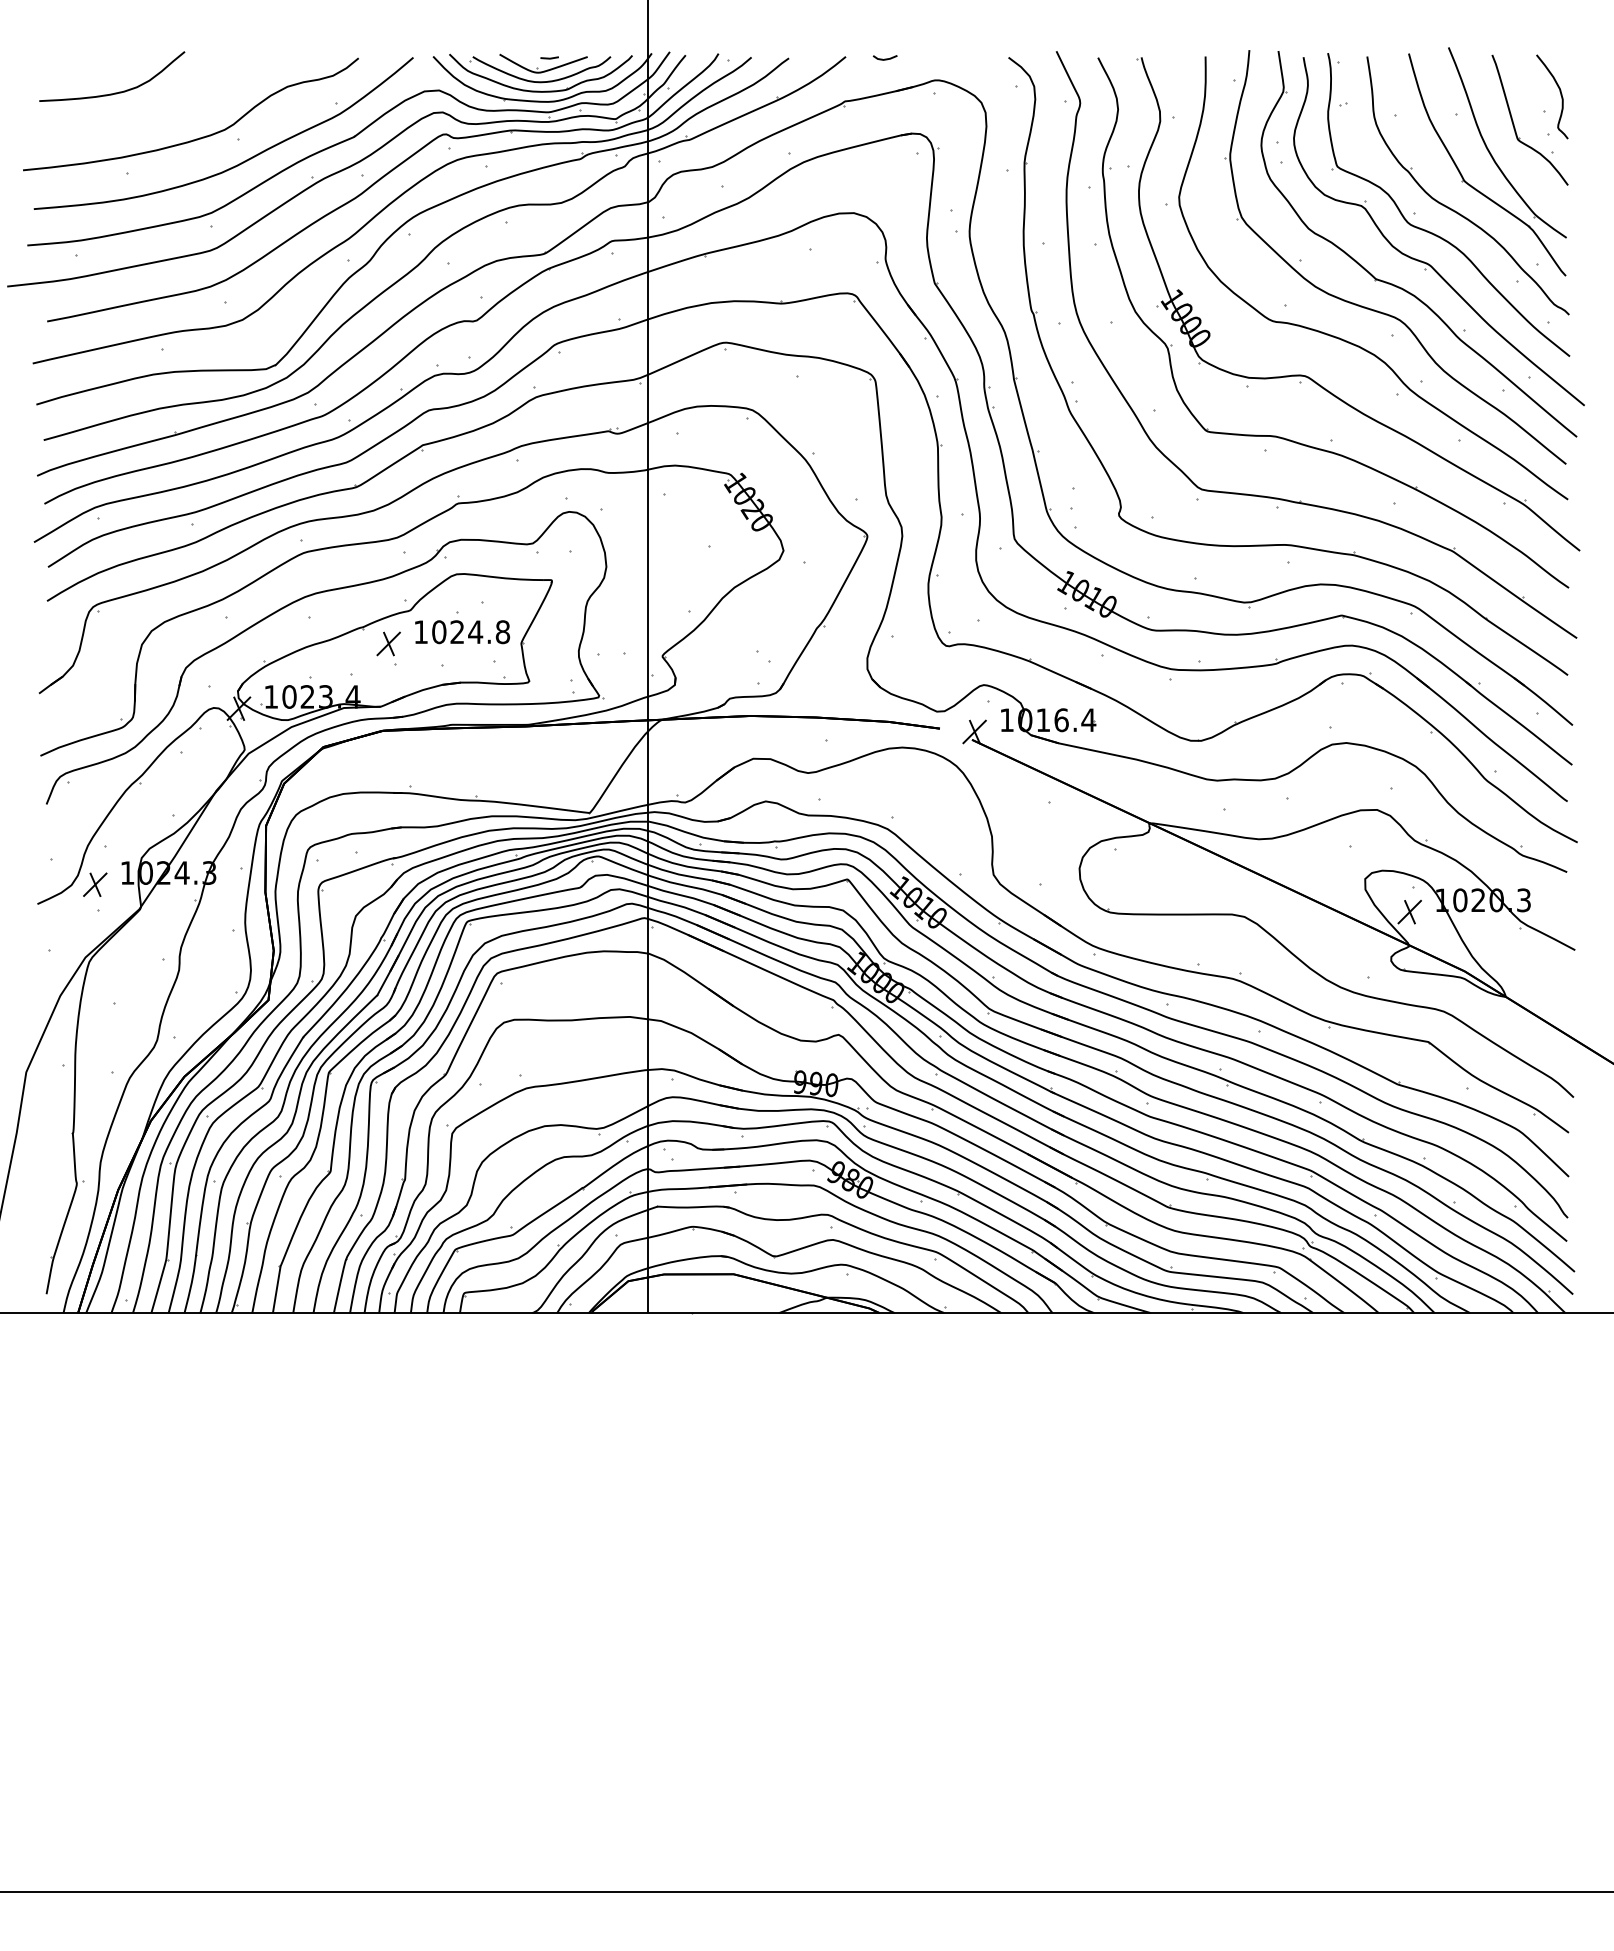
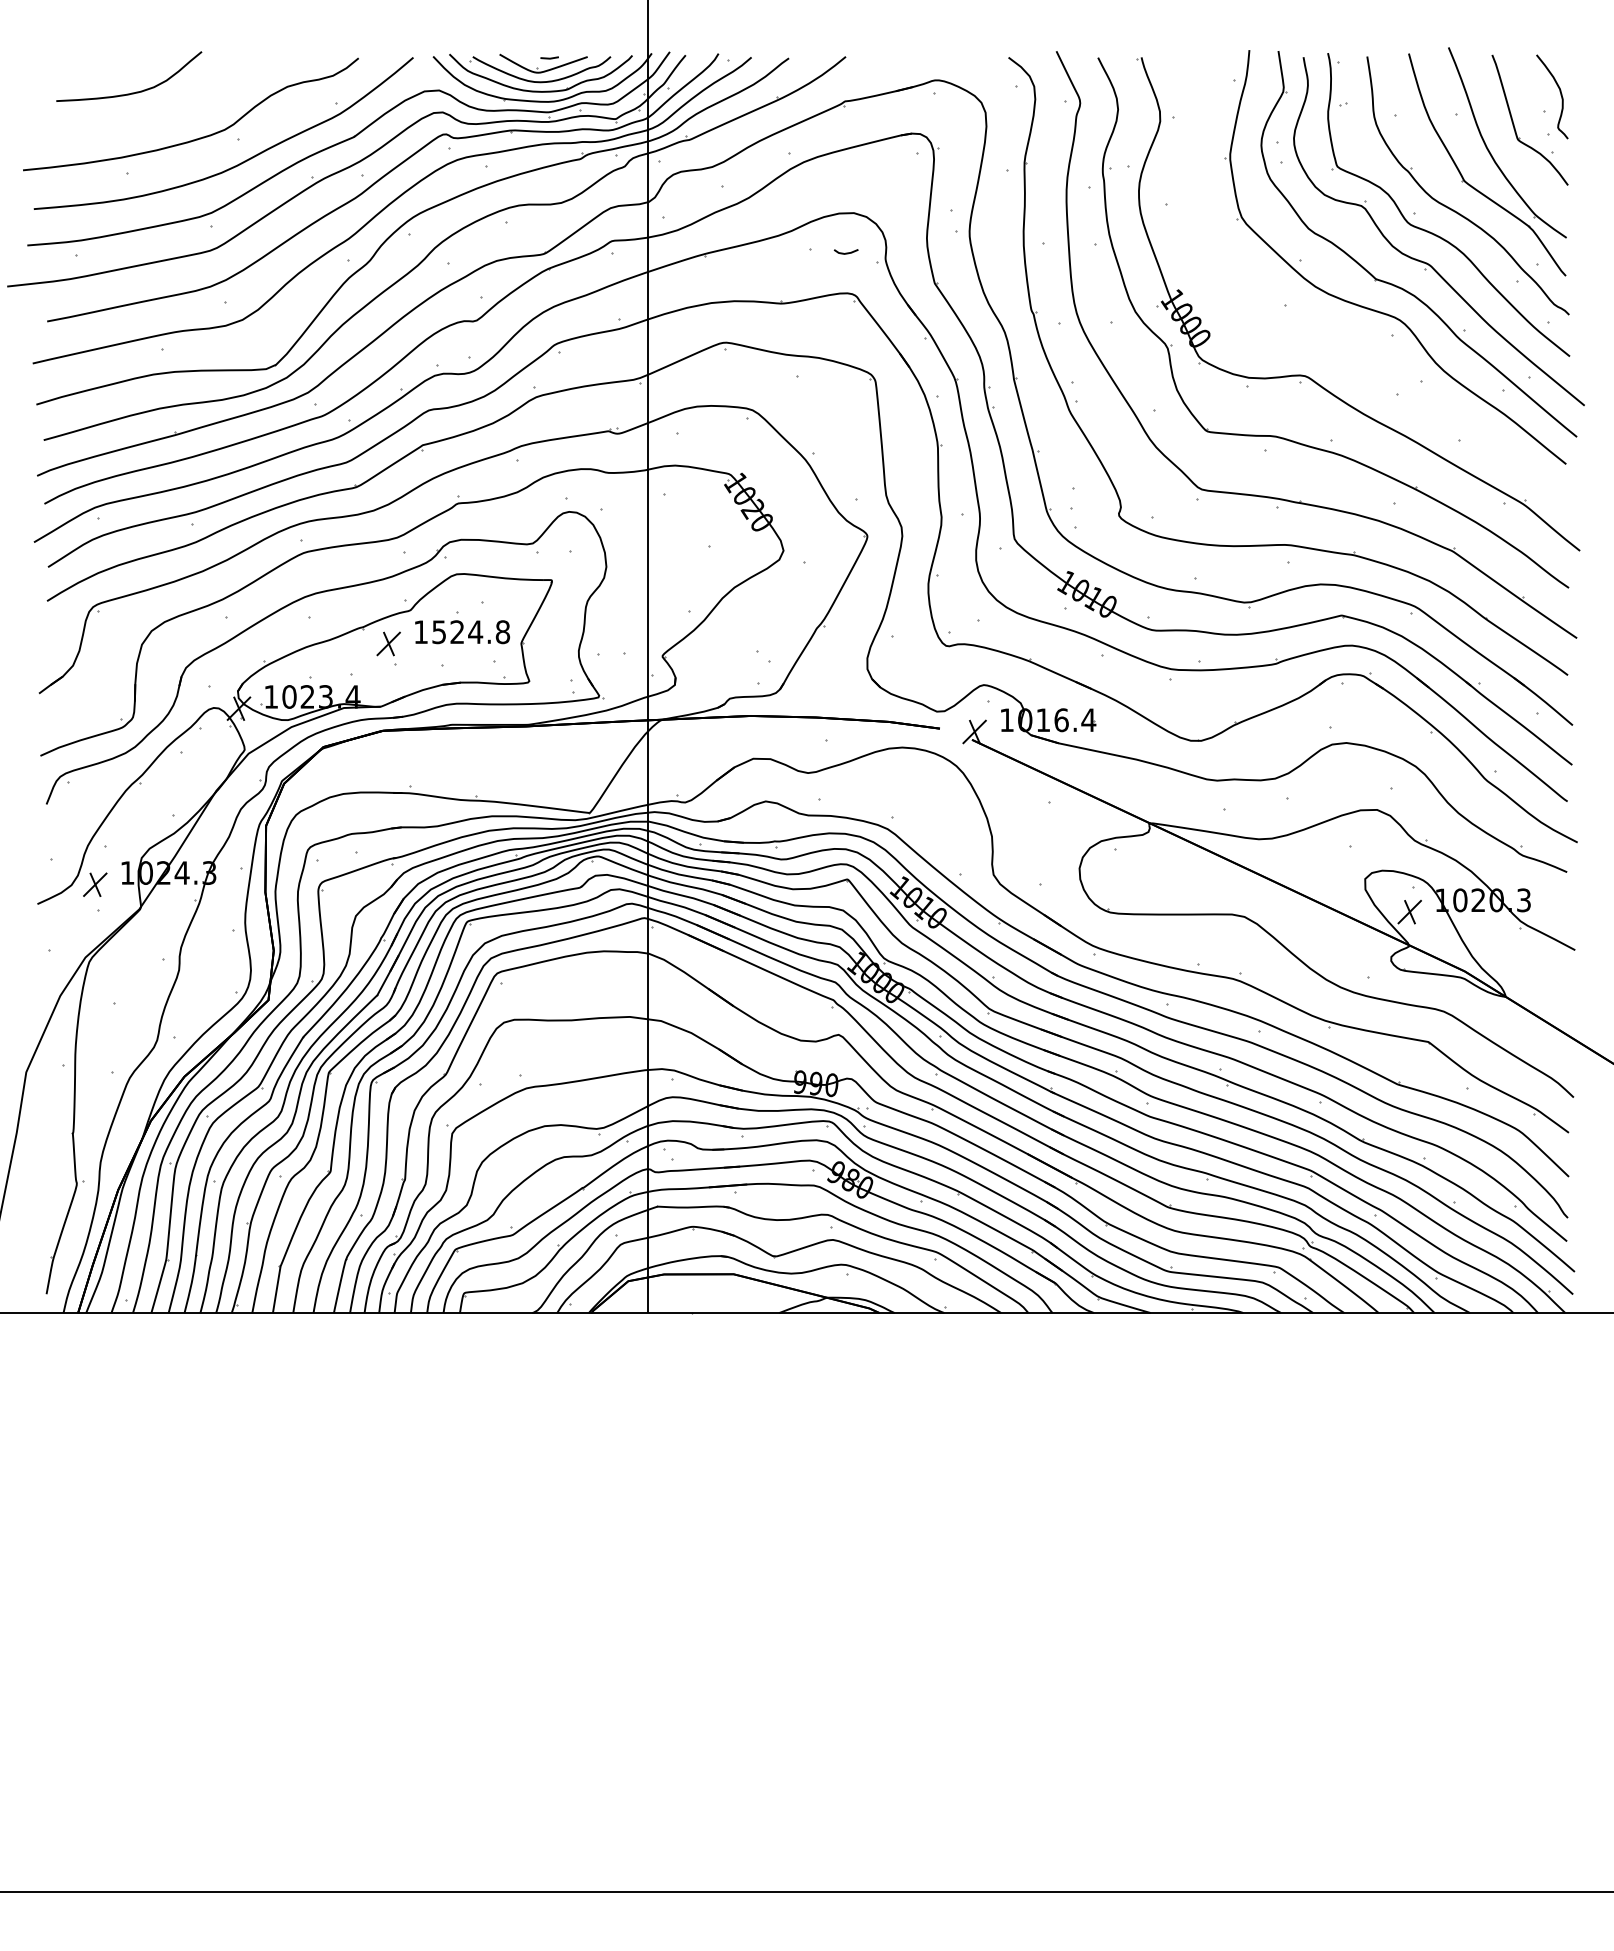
line at (884, 58) position: (884, 58) -> (845, 252)
curve at (114, 92) position: (114, 92) -> (131, 92)
curve at (1349, 341): present -> none
text at (439, 632): 1024.8 -> 1524.8
